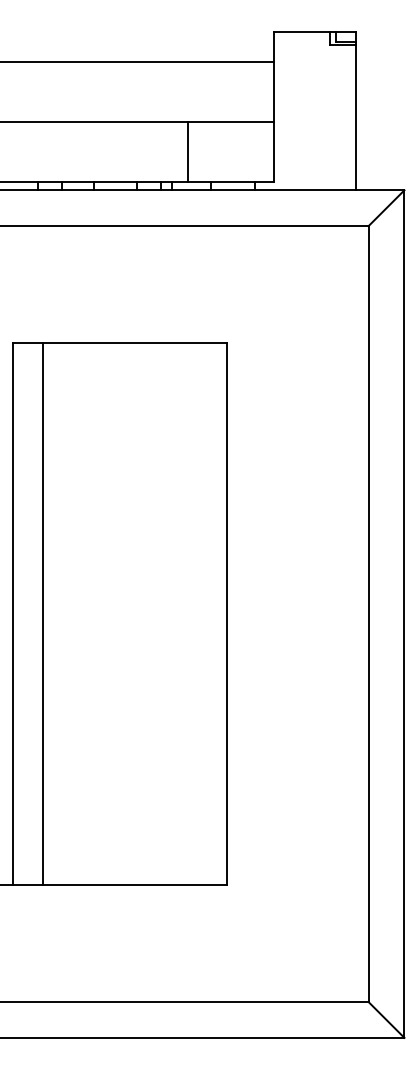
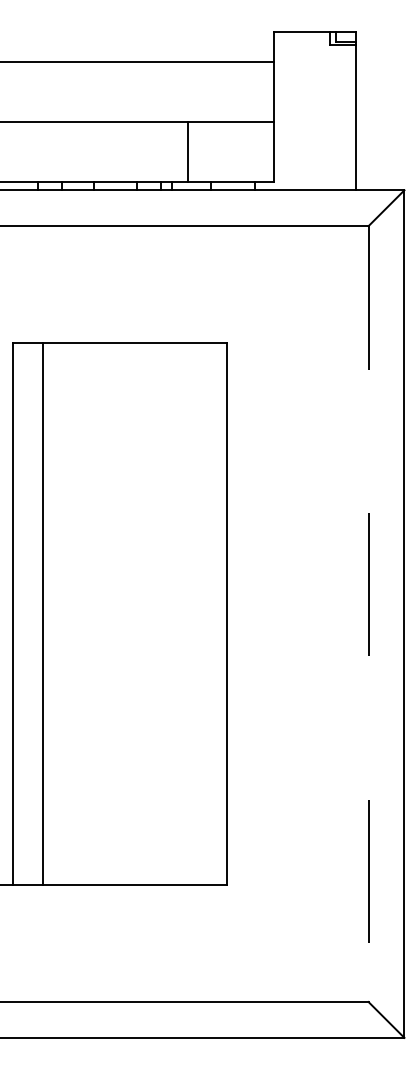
line at (368, 614): solid -> dashed
